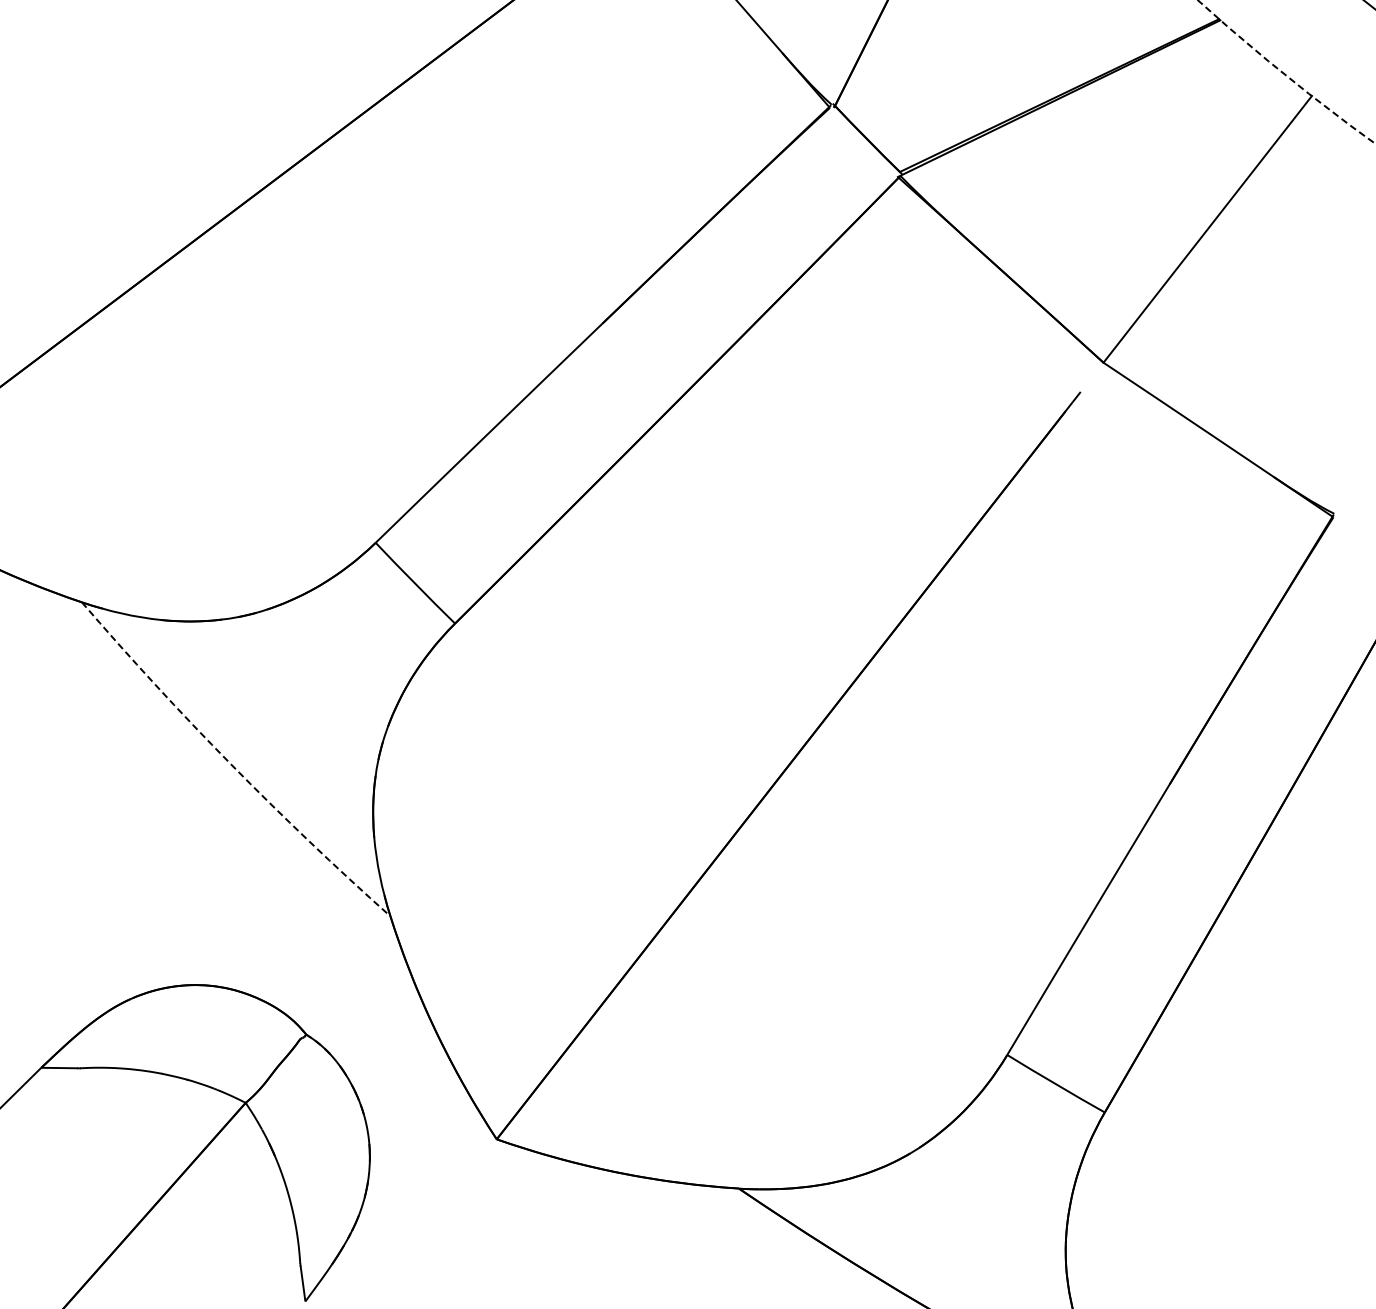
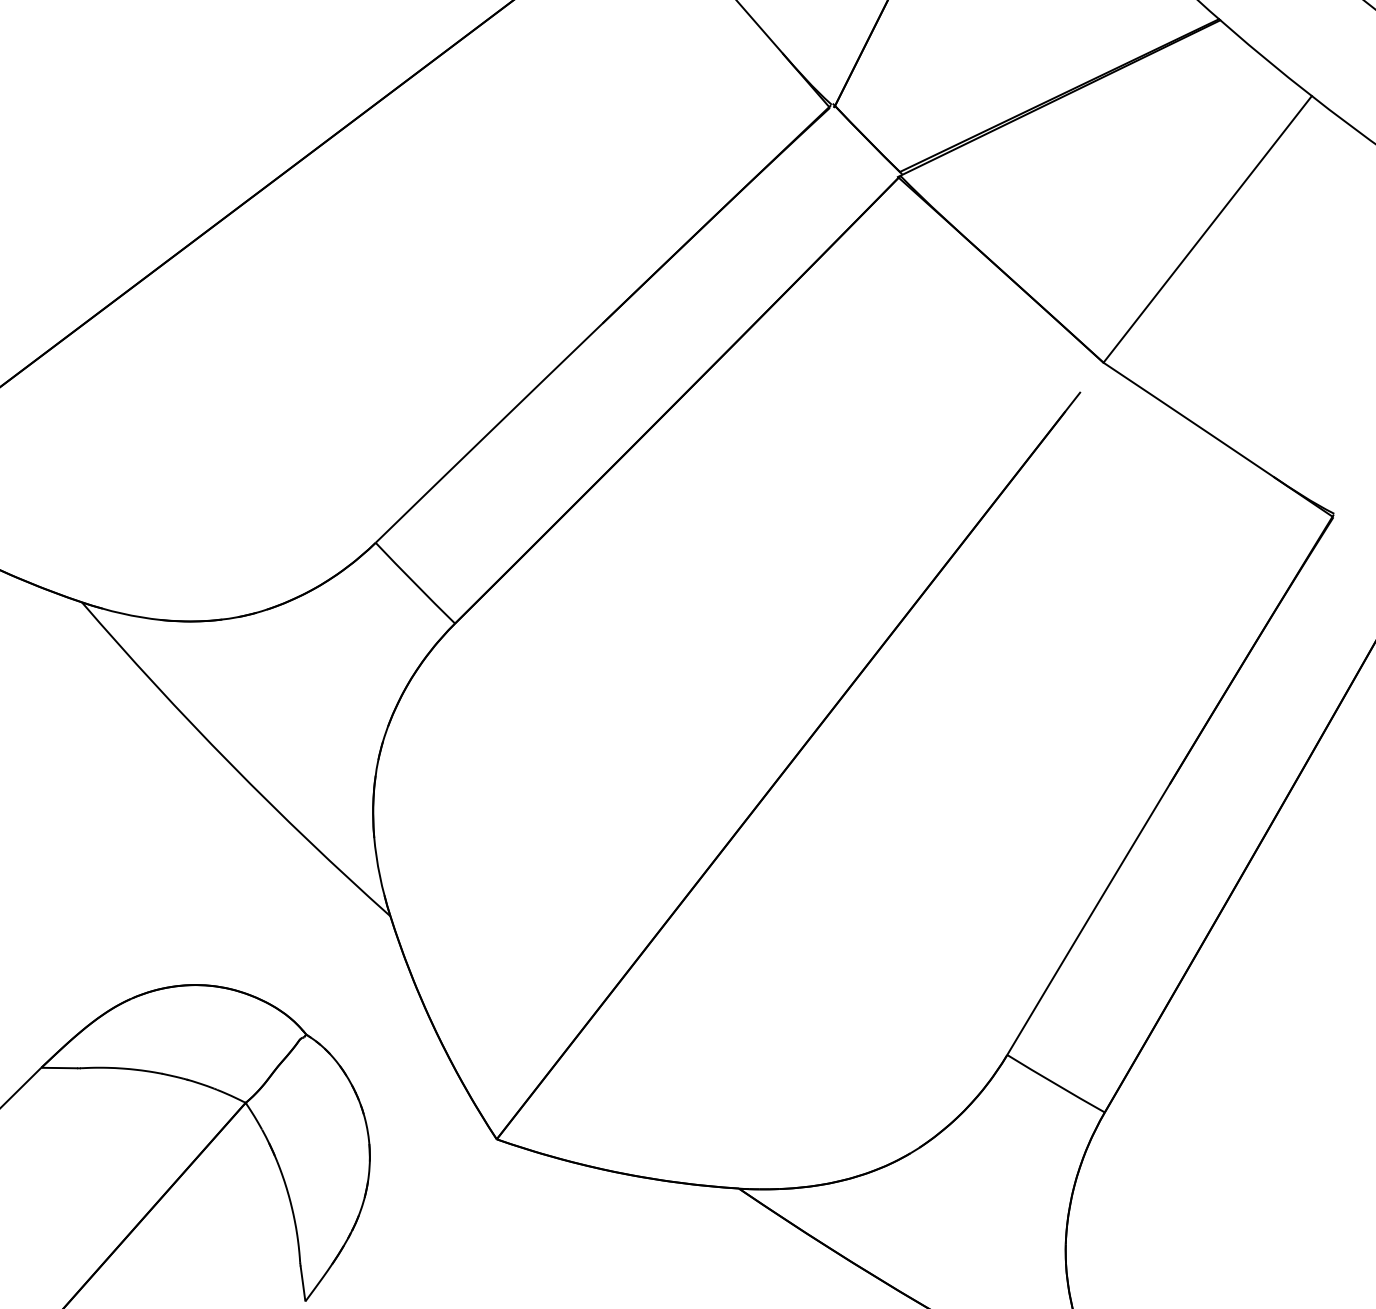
circle at (1286, 72): dashed -> solid
arc at (231, 764): dashed -> solid
